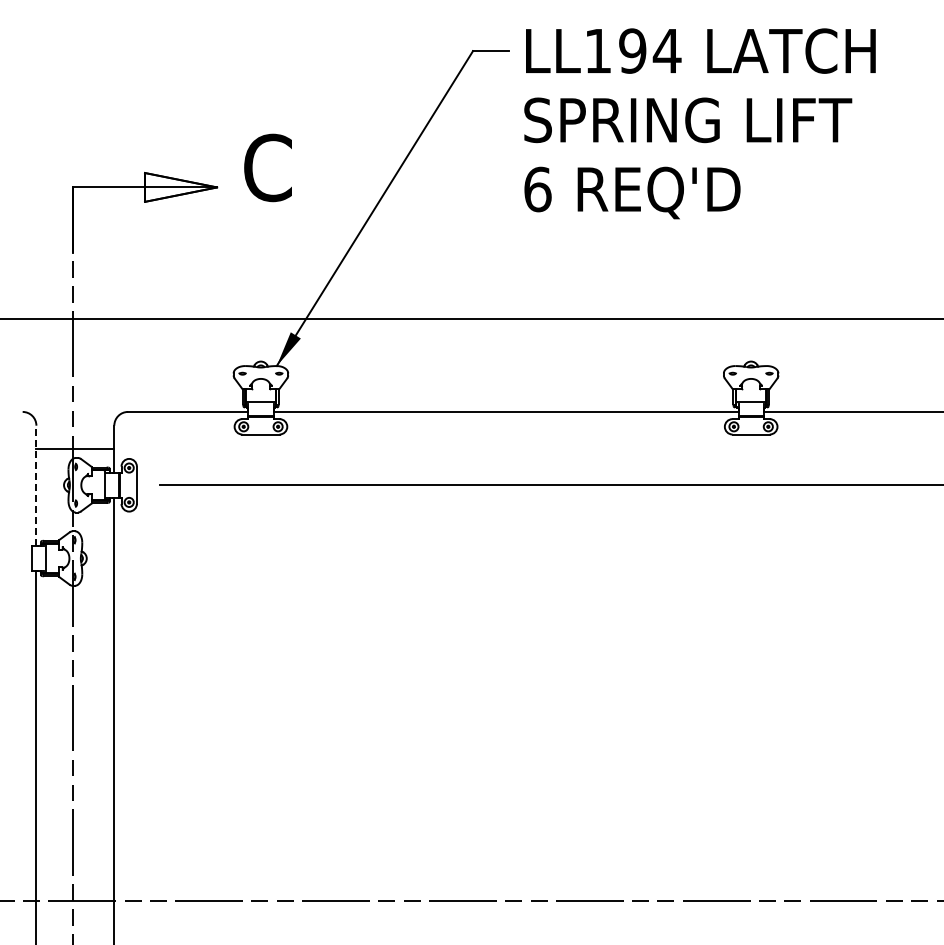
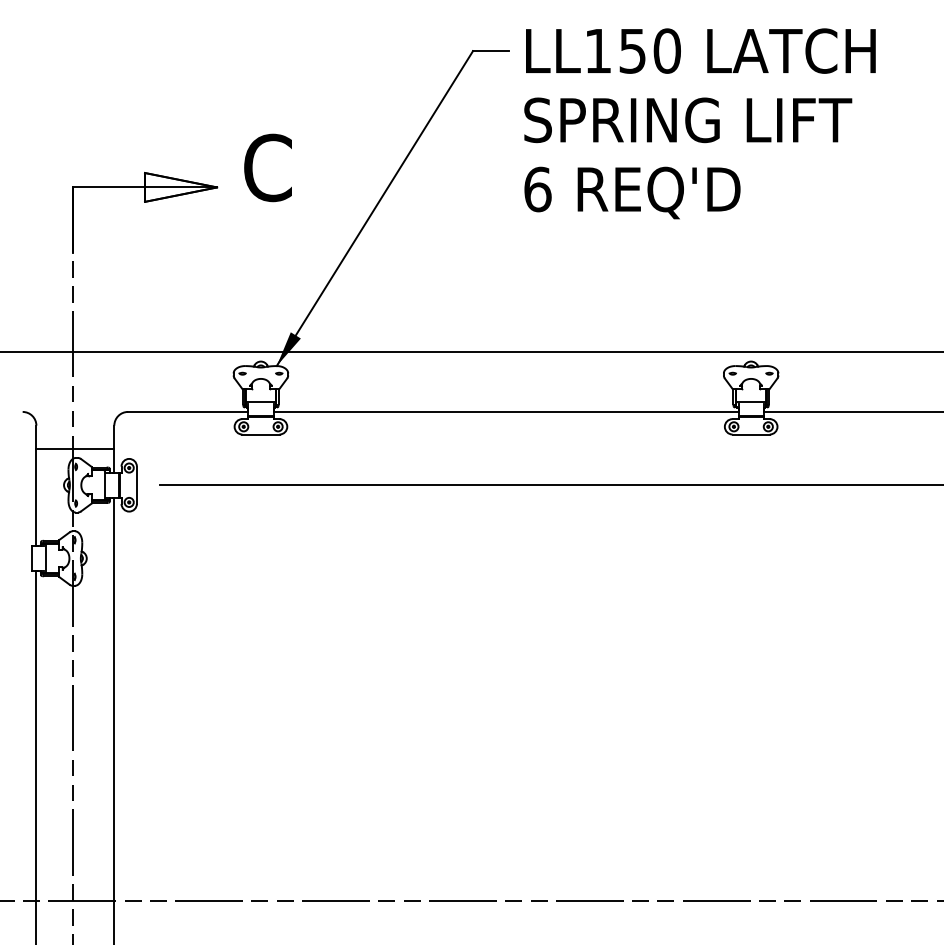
text at (650, 50): LL194 -> LL150
line at (471, 319) position: (471, 319) -> (471, 352)
line at (36, 485): dashed -> solid
